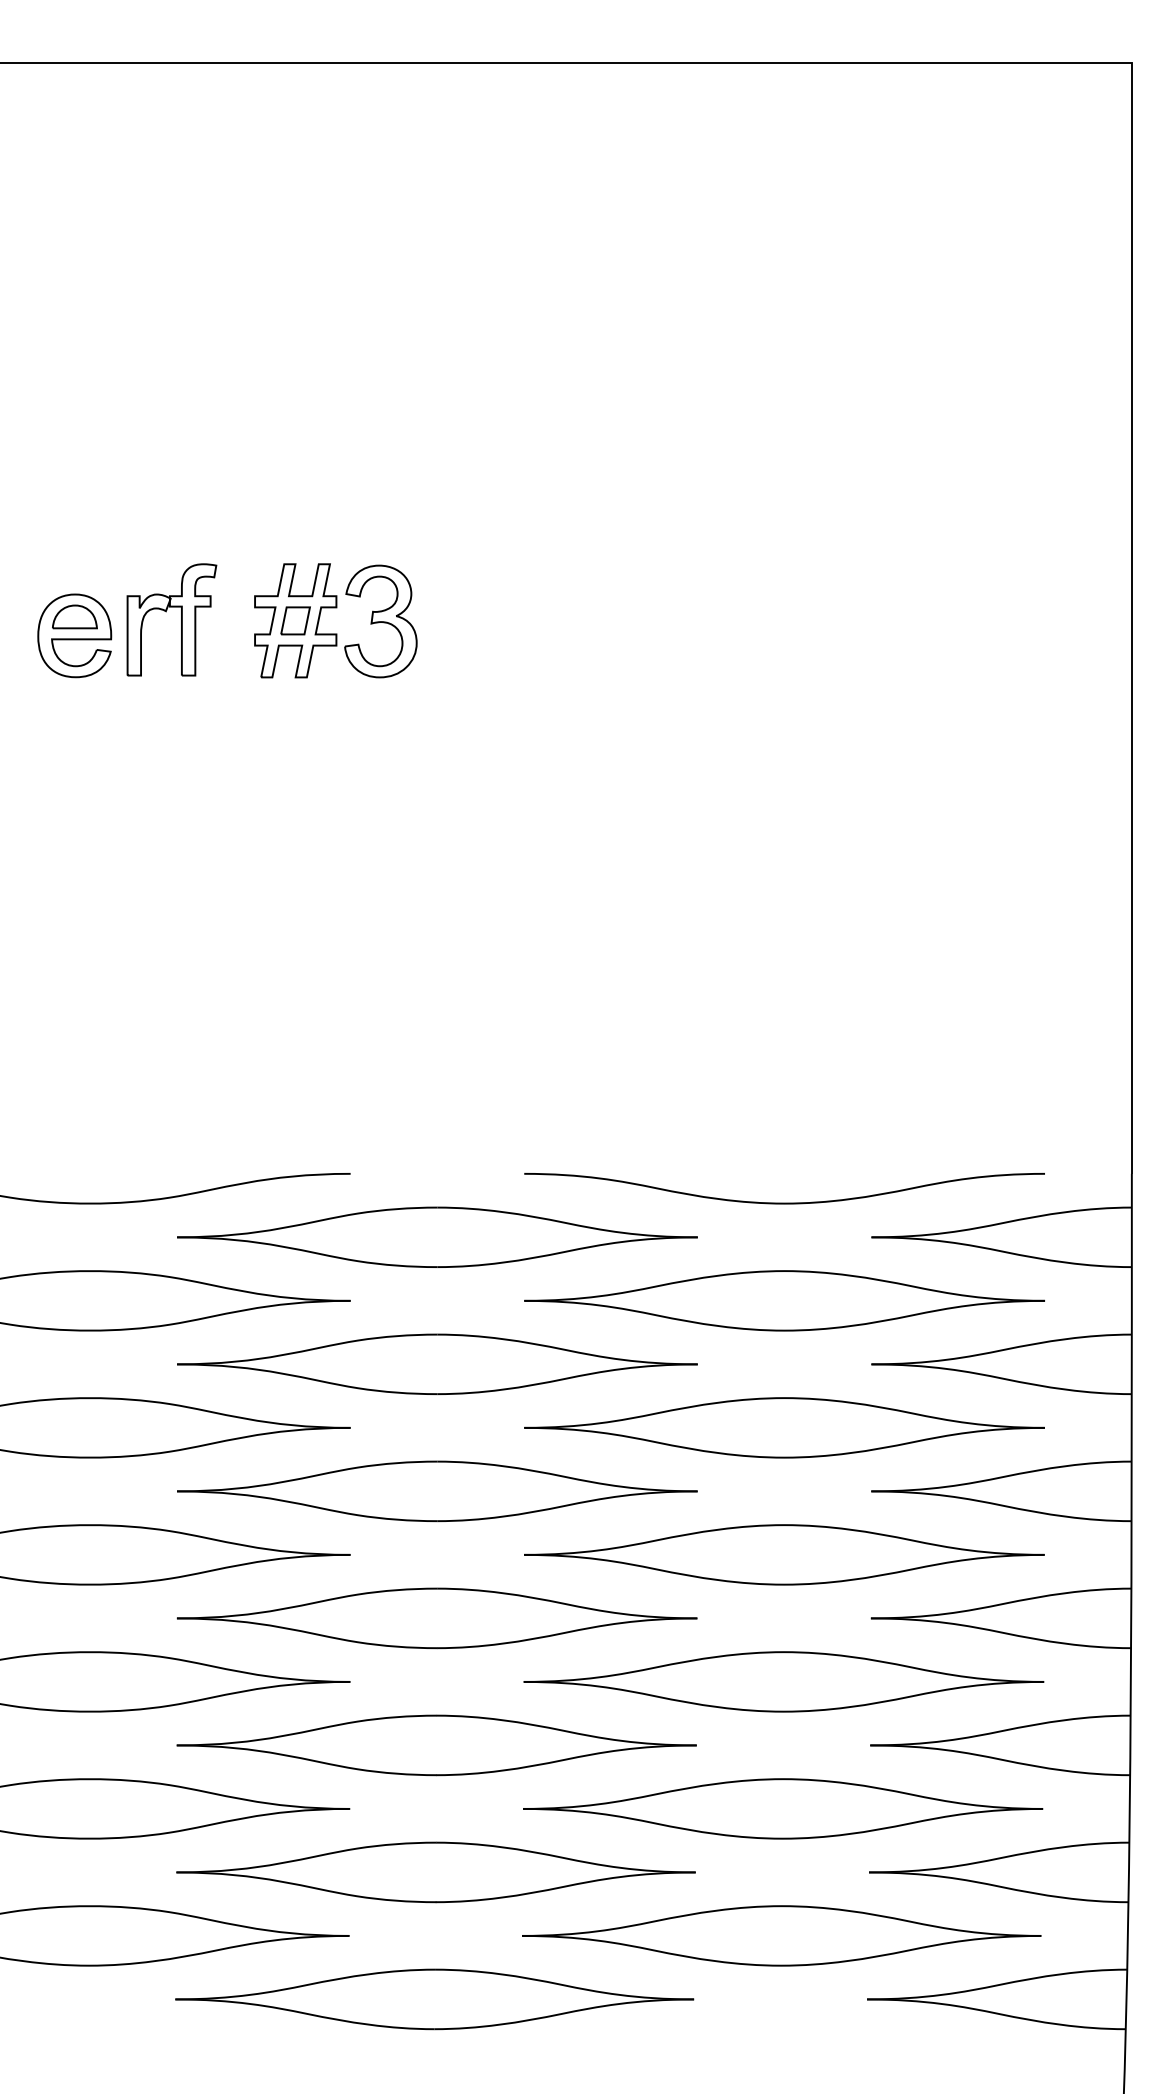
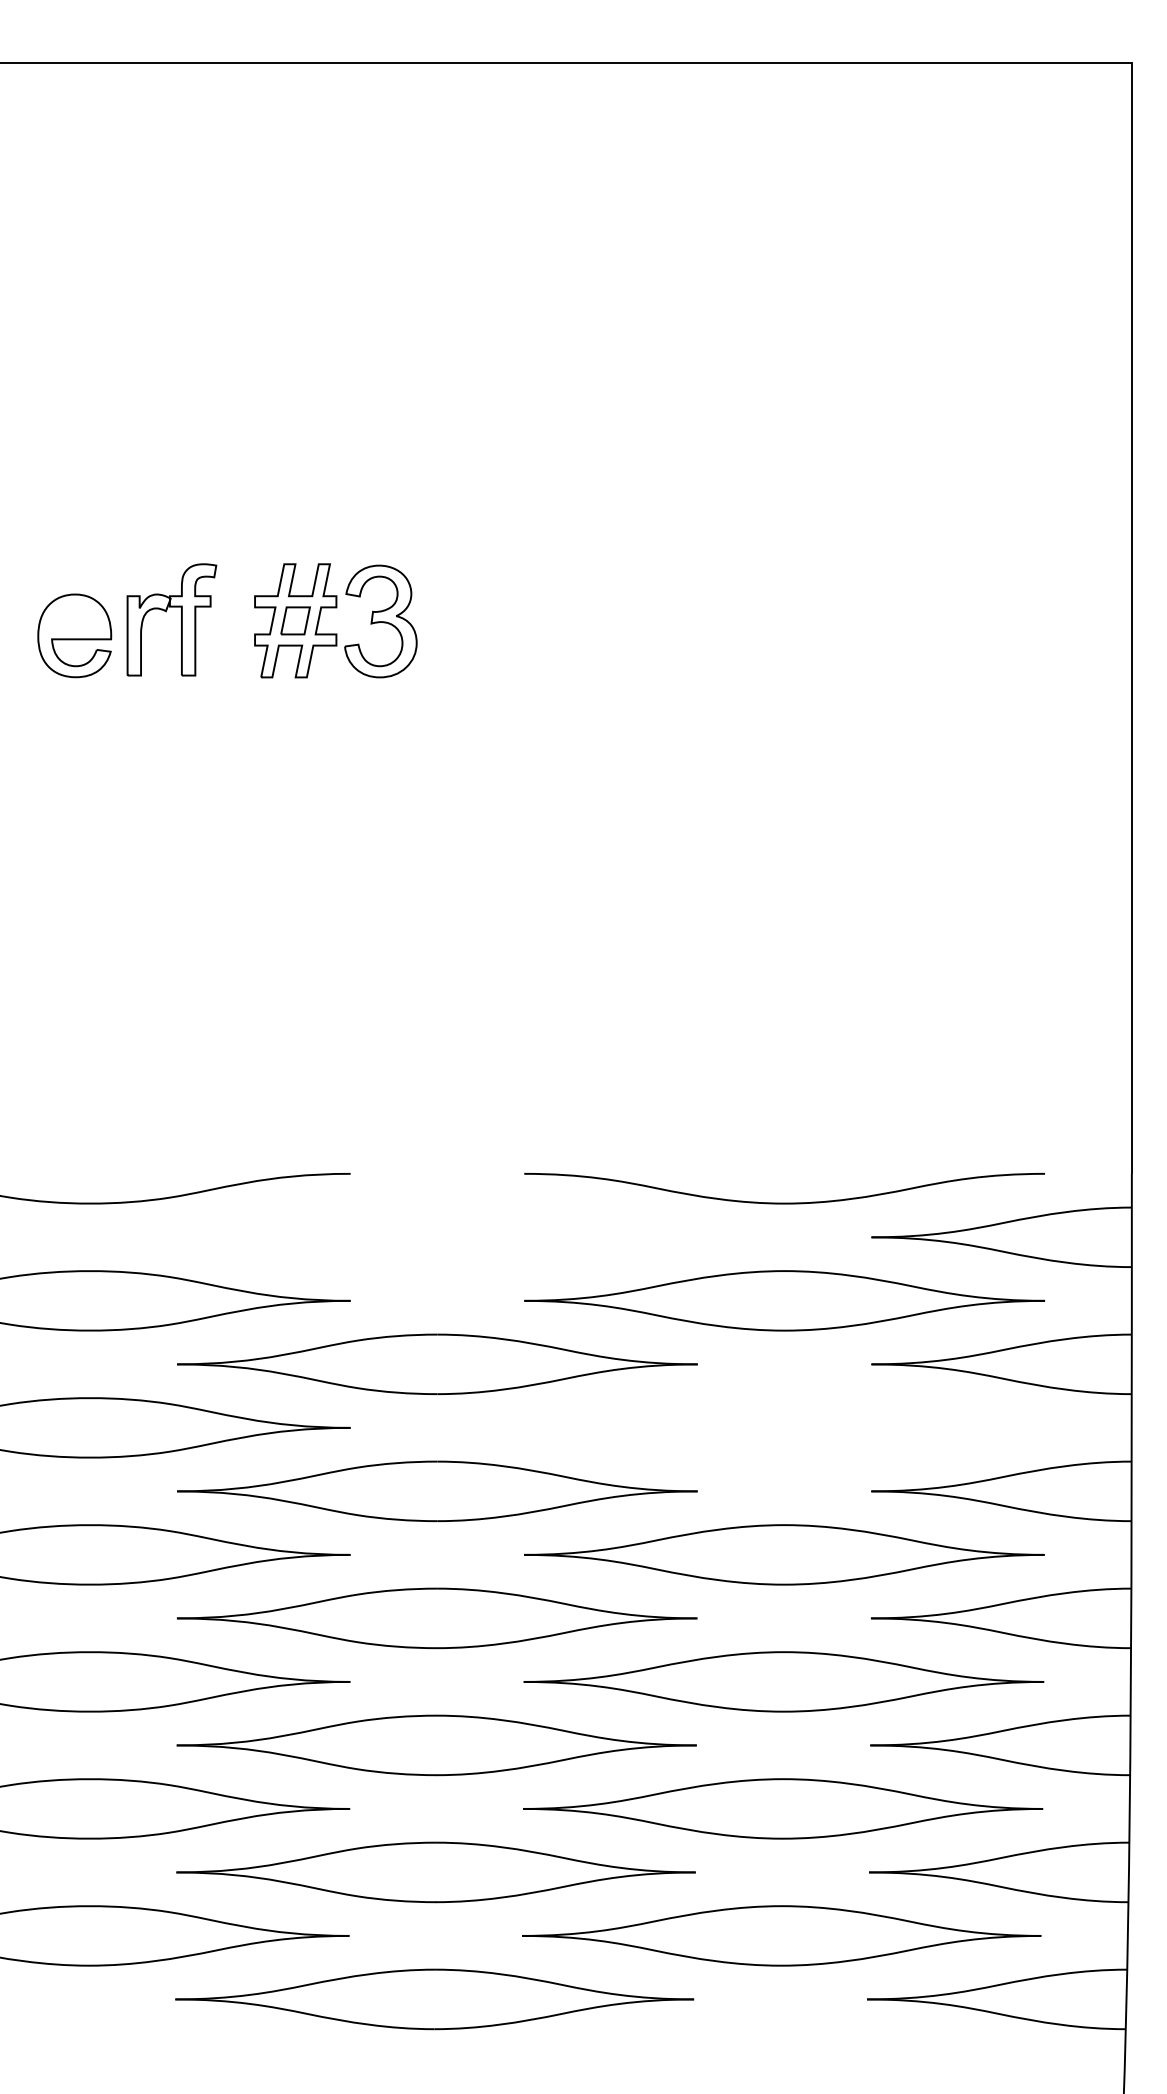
part at (74, 616): present -> none
part at (437, 1236): present -> none
part at (784, 1427): present -> none
